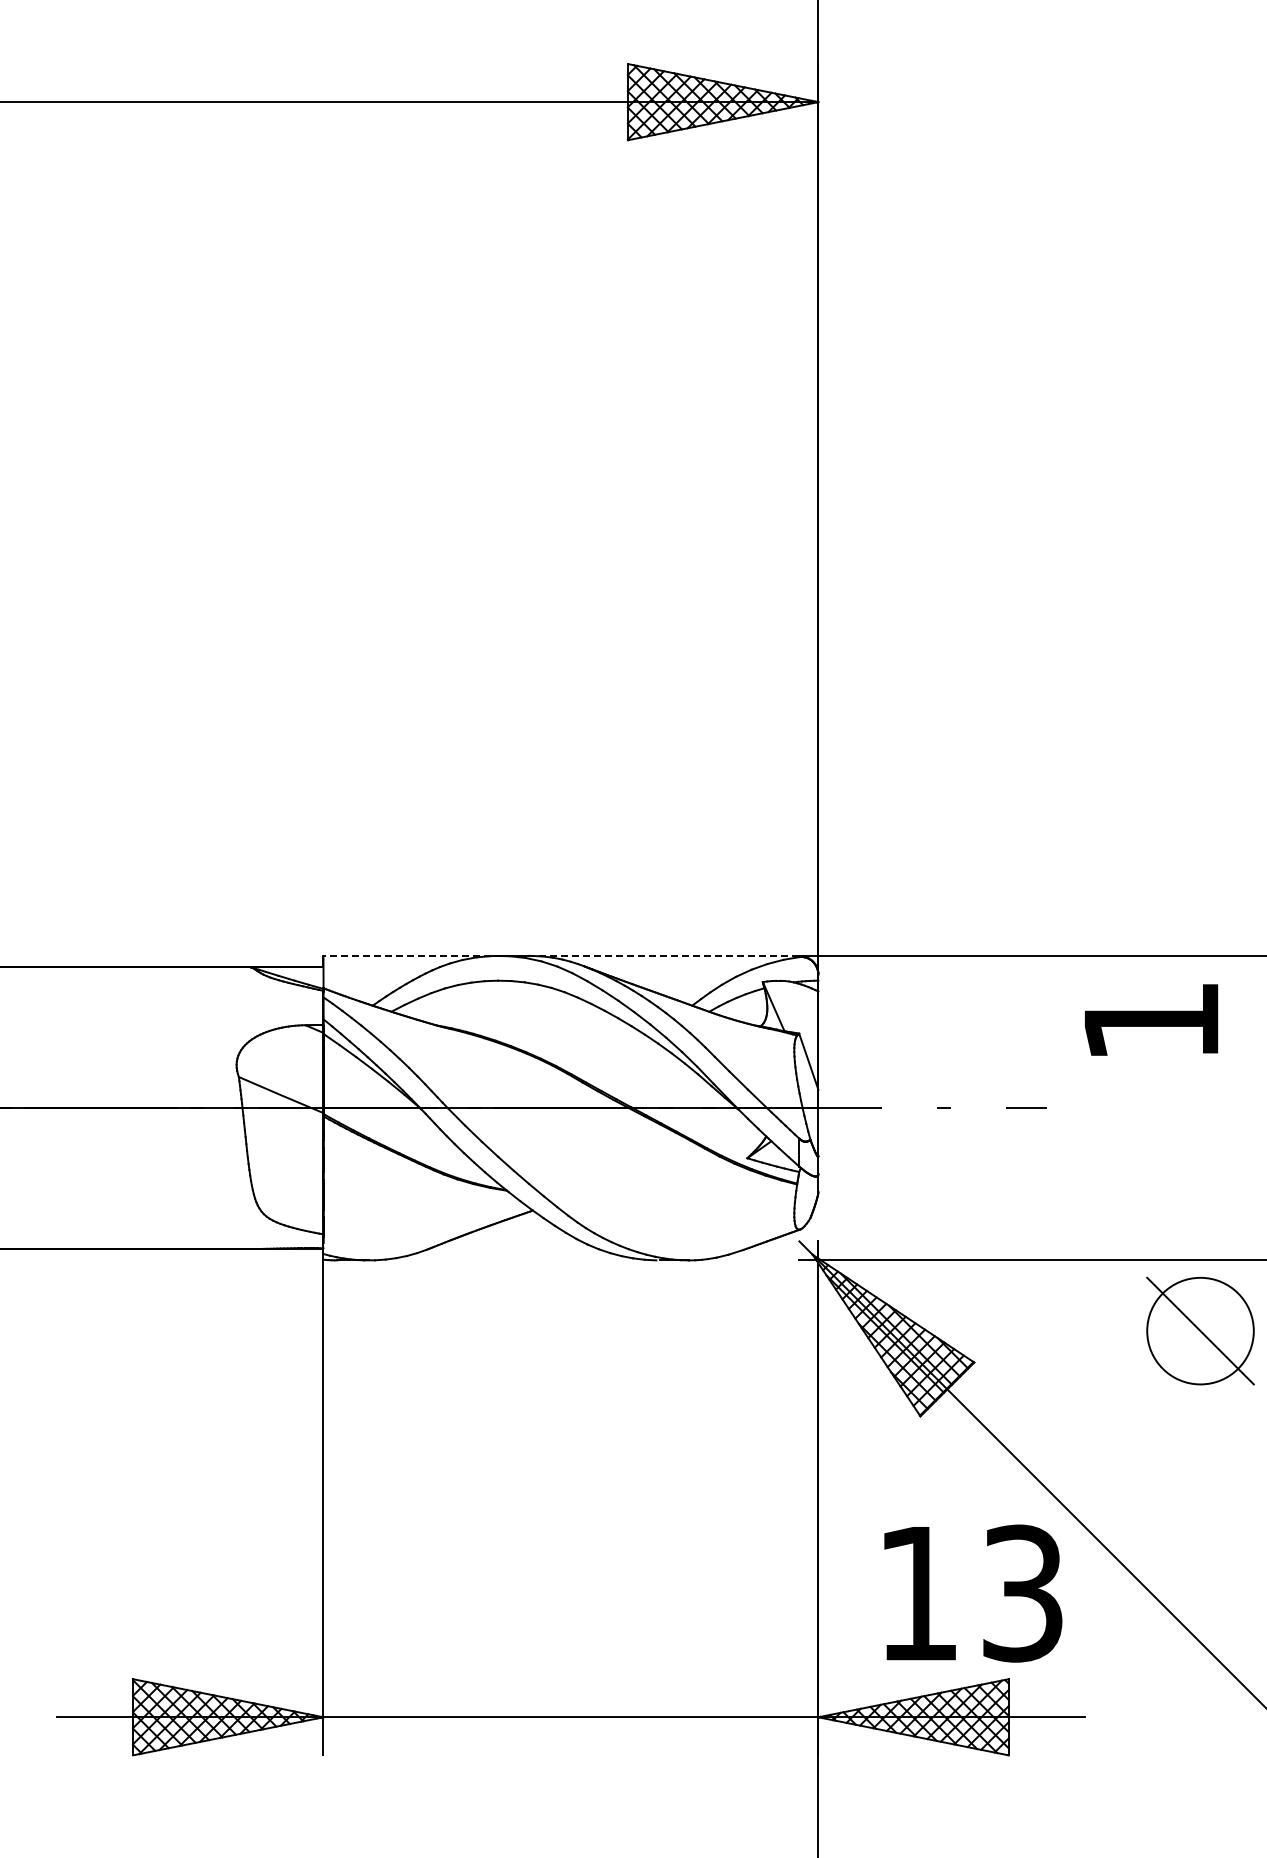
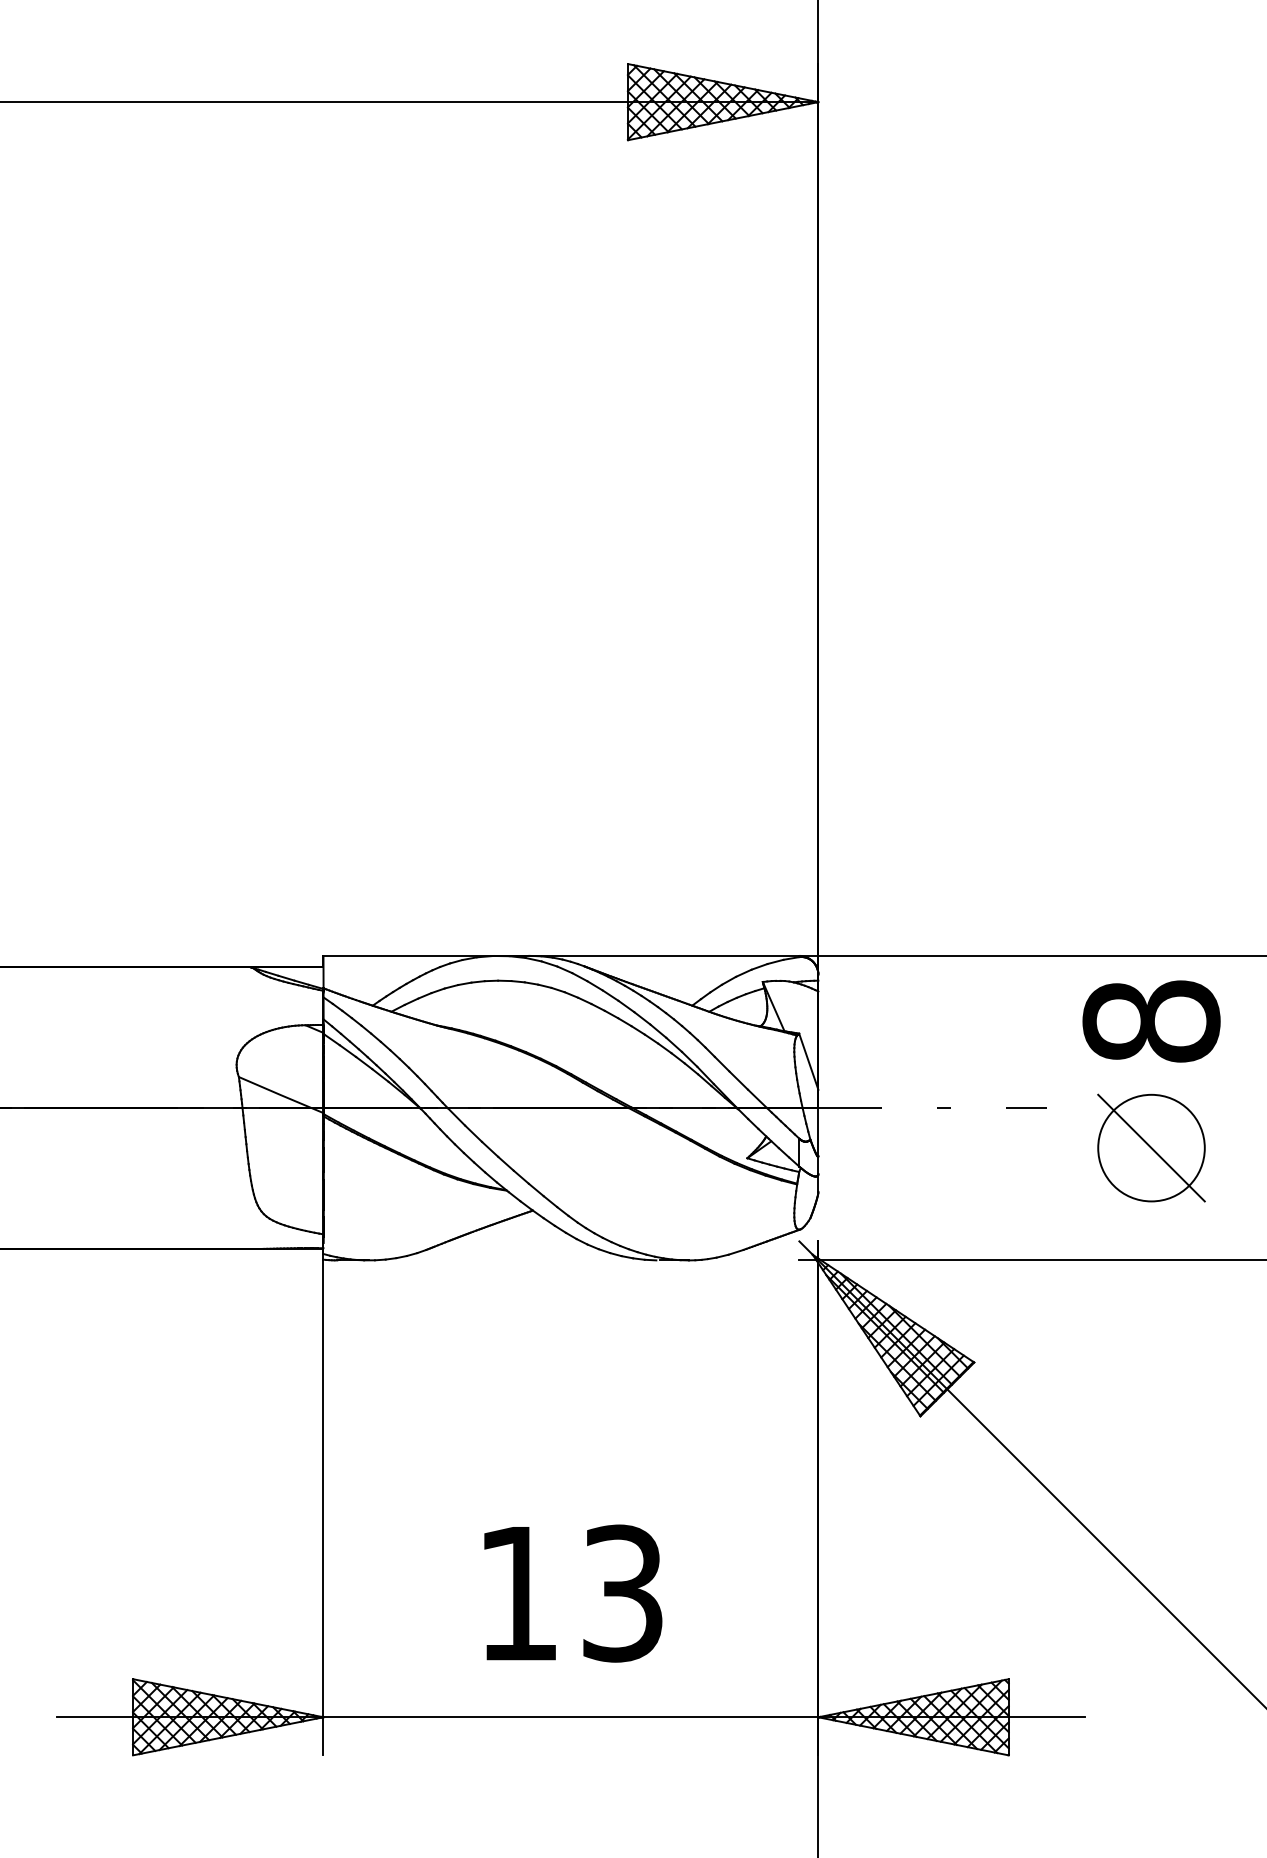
line at (561, 955): dashed -> solid
text at (1151, 1021): 1 -> 8
part at (1200, 1330) position: (1200, 1330) -> (1151, 1147)
text at (973, 1593) position: (973, 1593) -> (573, 1593)
